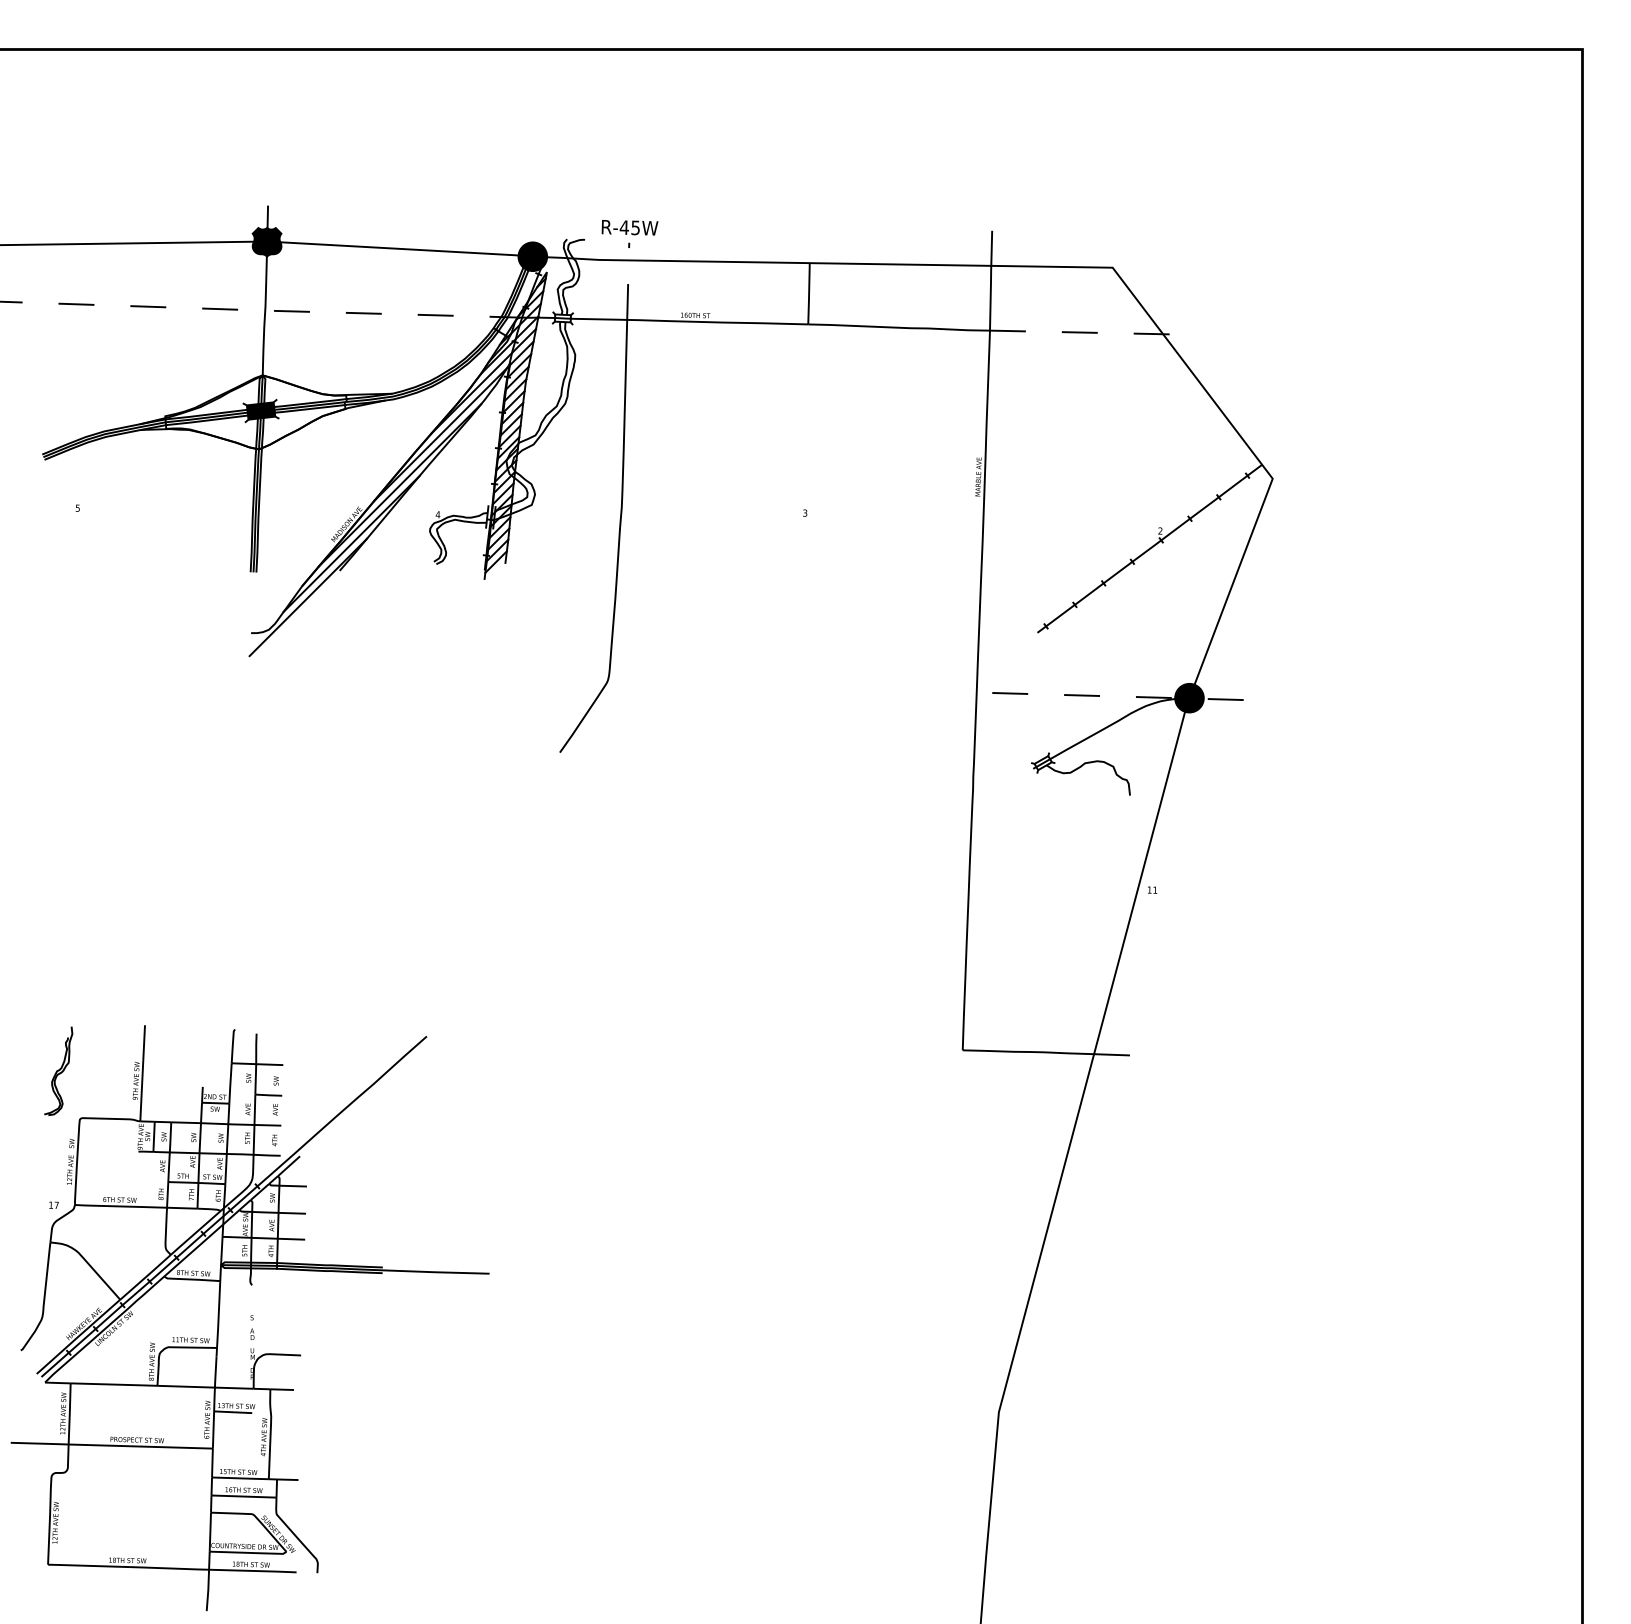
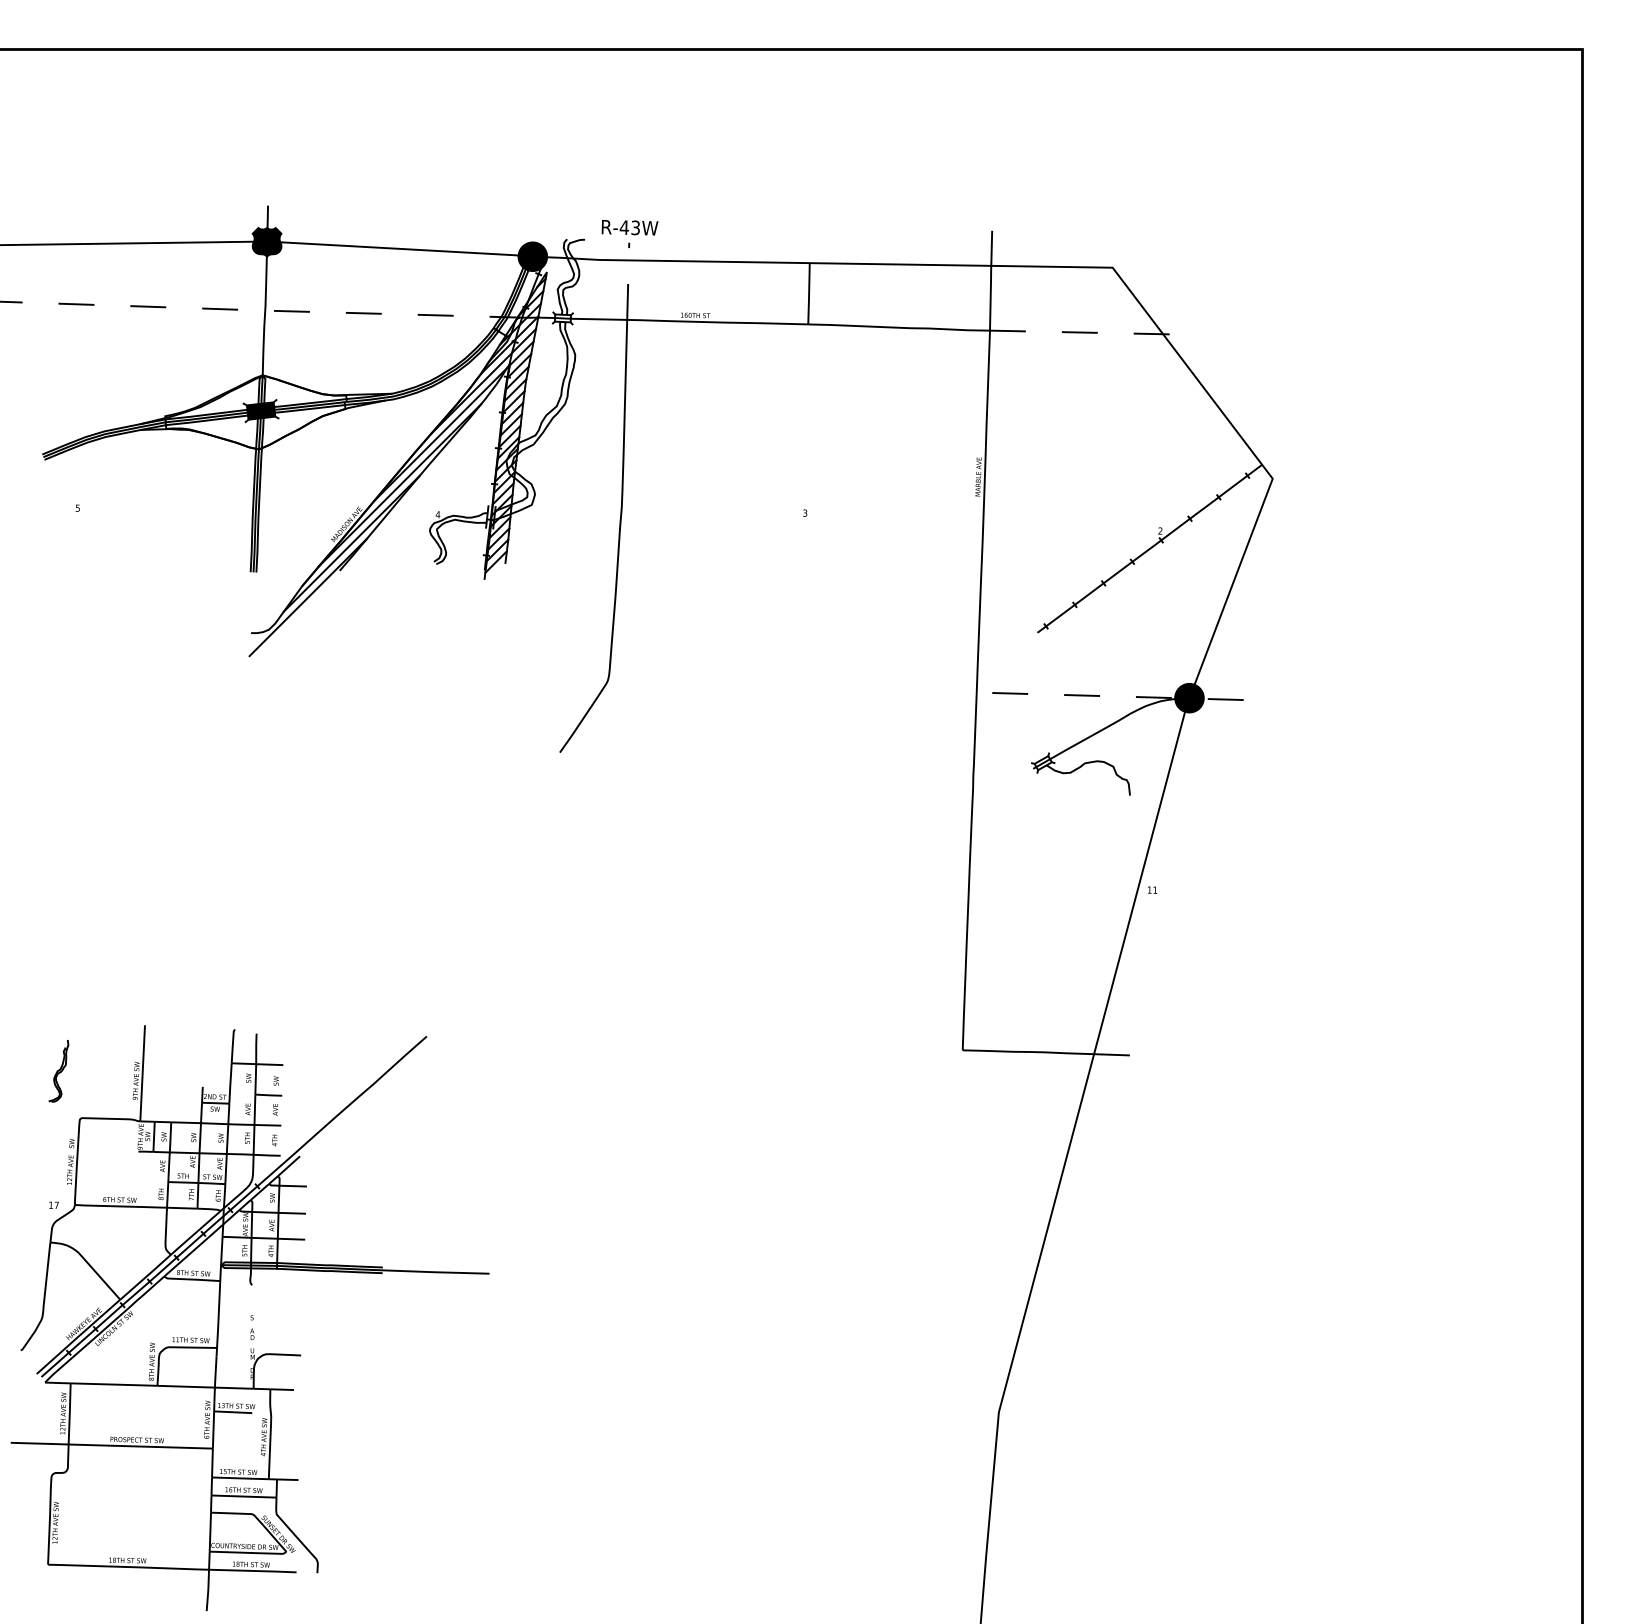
text at (635, 227): R-45W -> R-43W
part at (58, 1070) size: 30x90 px -> 22x63 px
